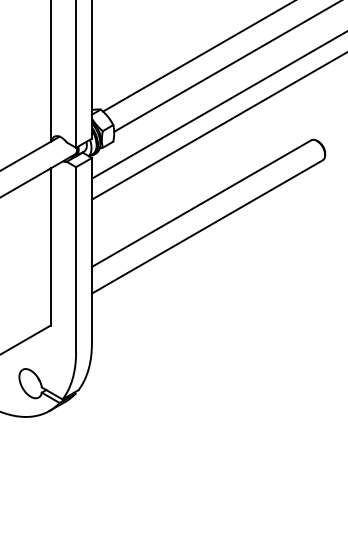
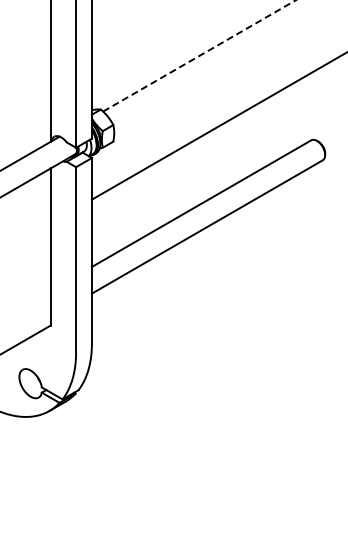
line at (200, 55): solid -> dashed
line at (226, 66): present -> none
line at (217, 105): present -> none
